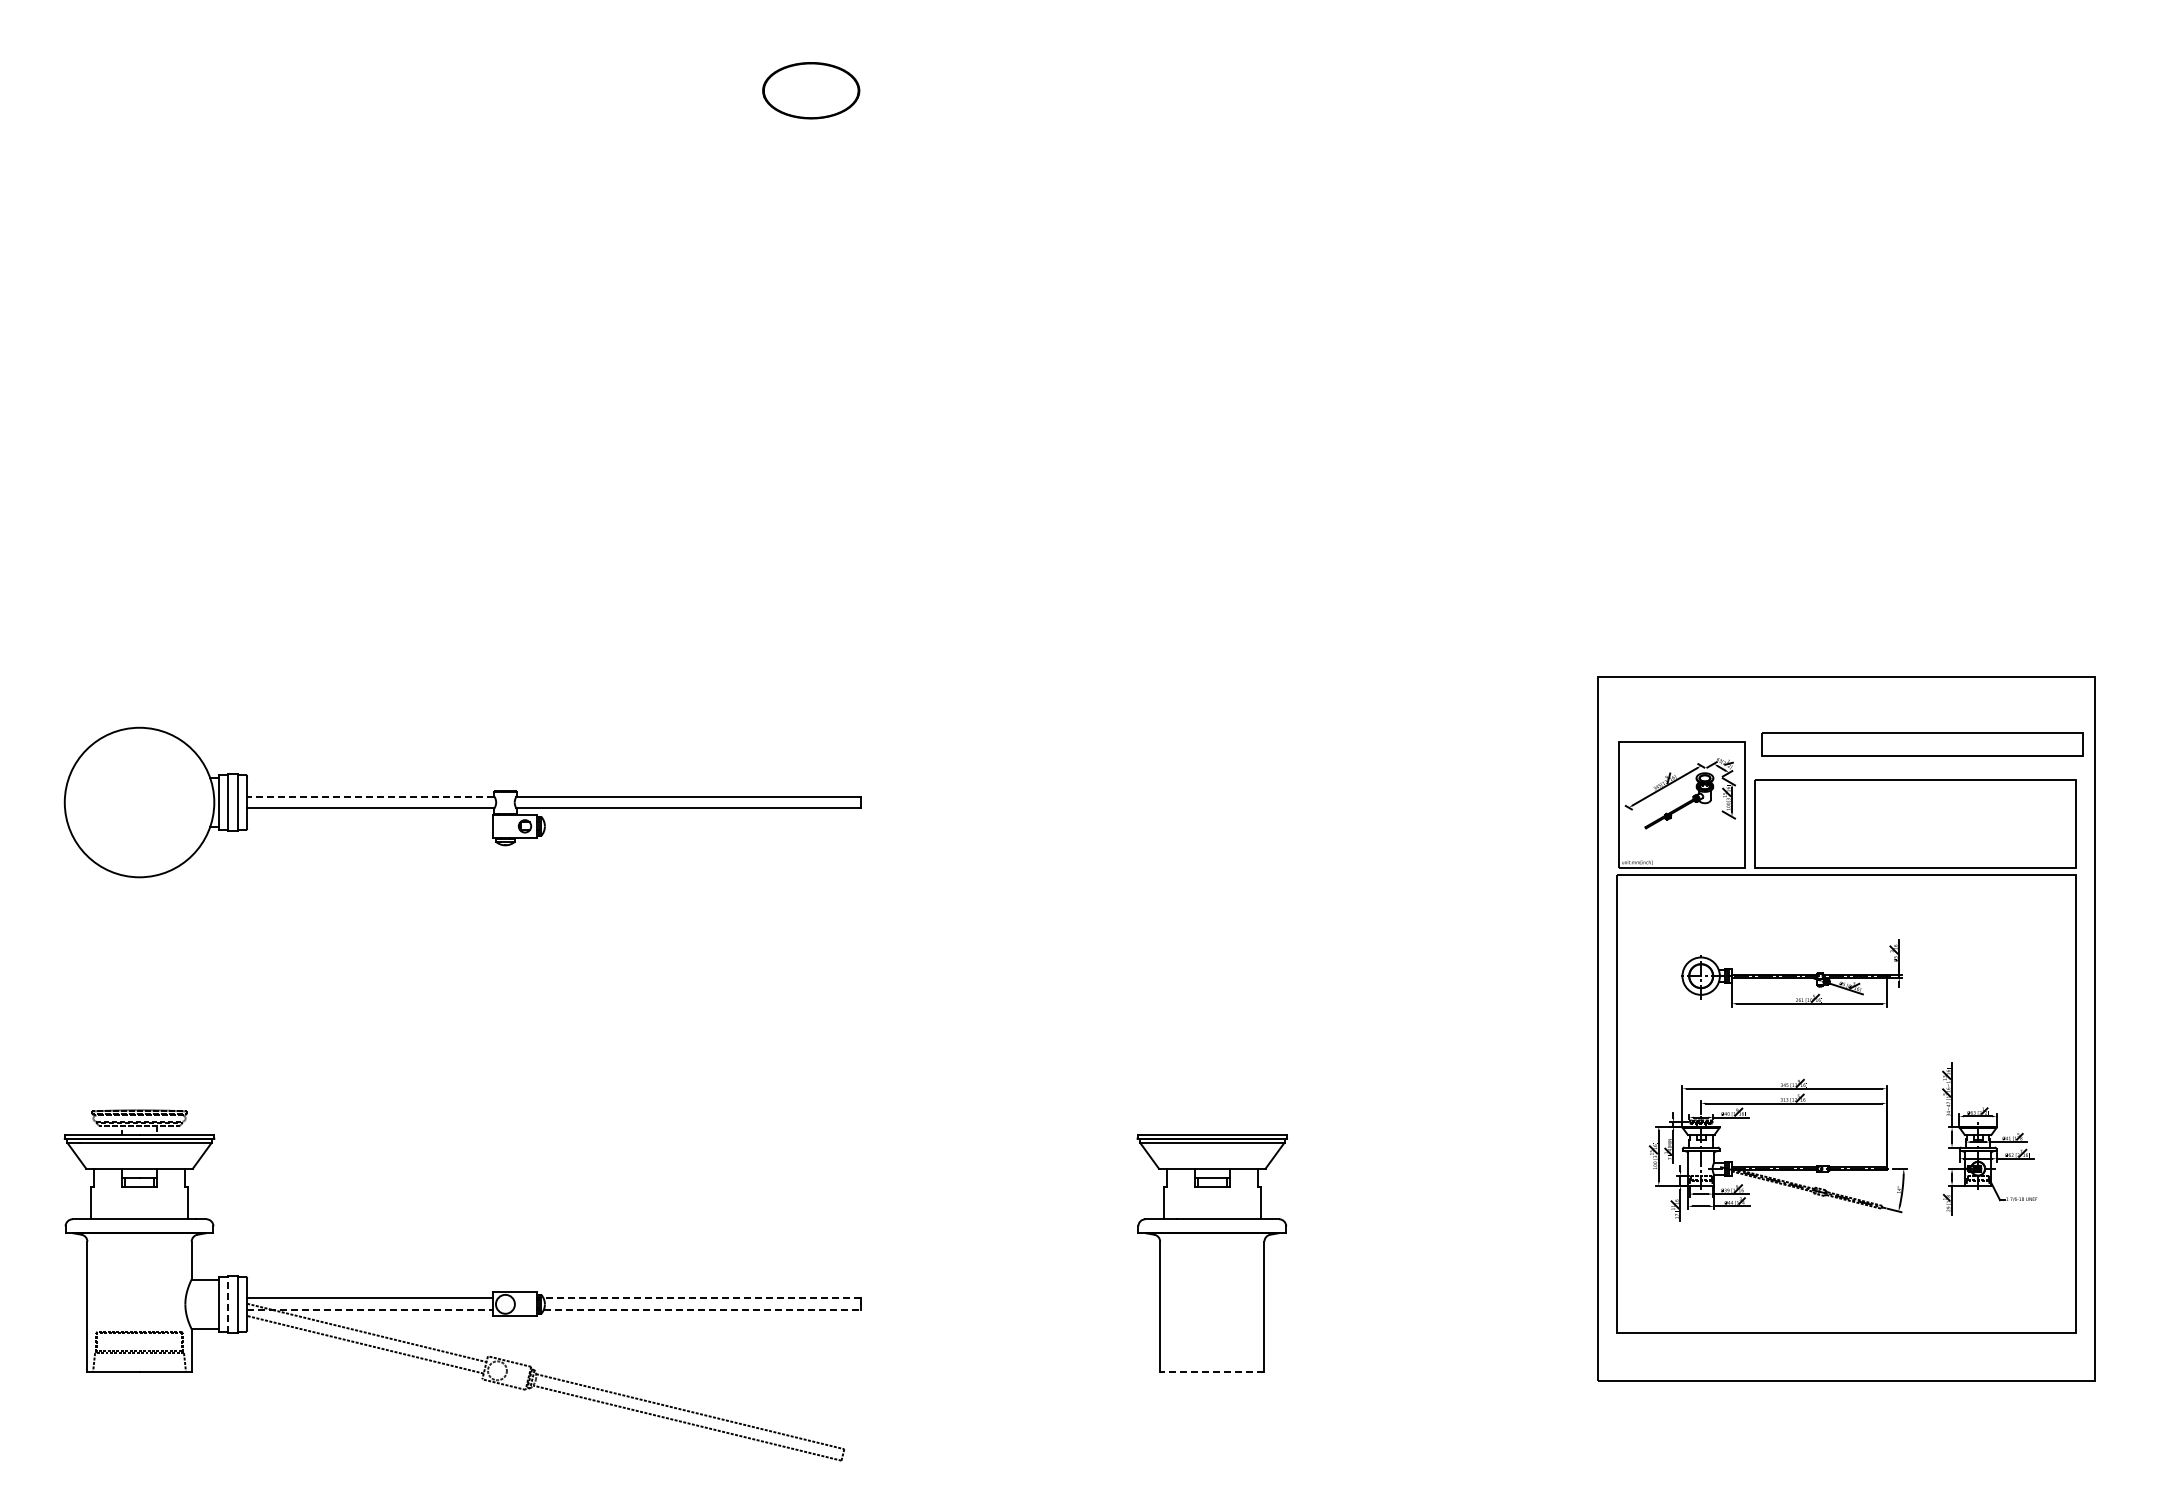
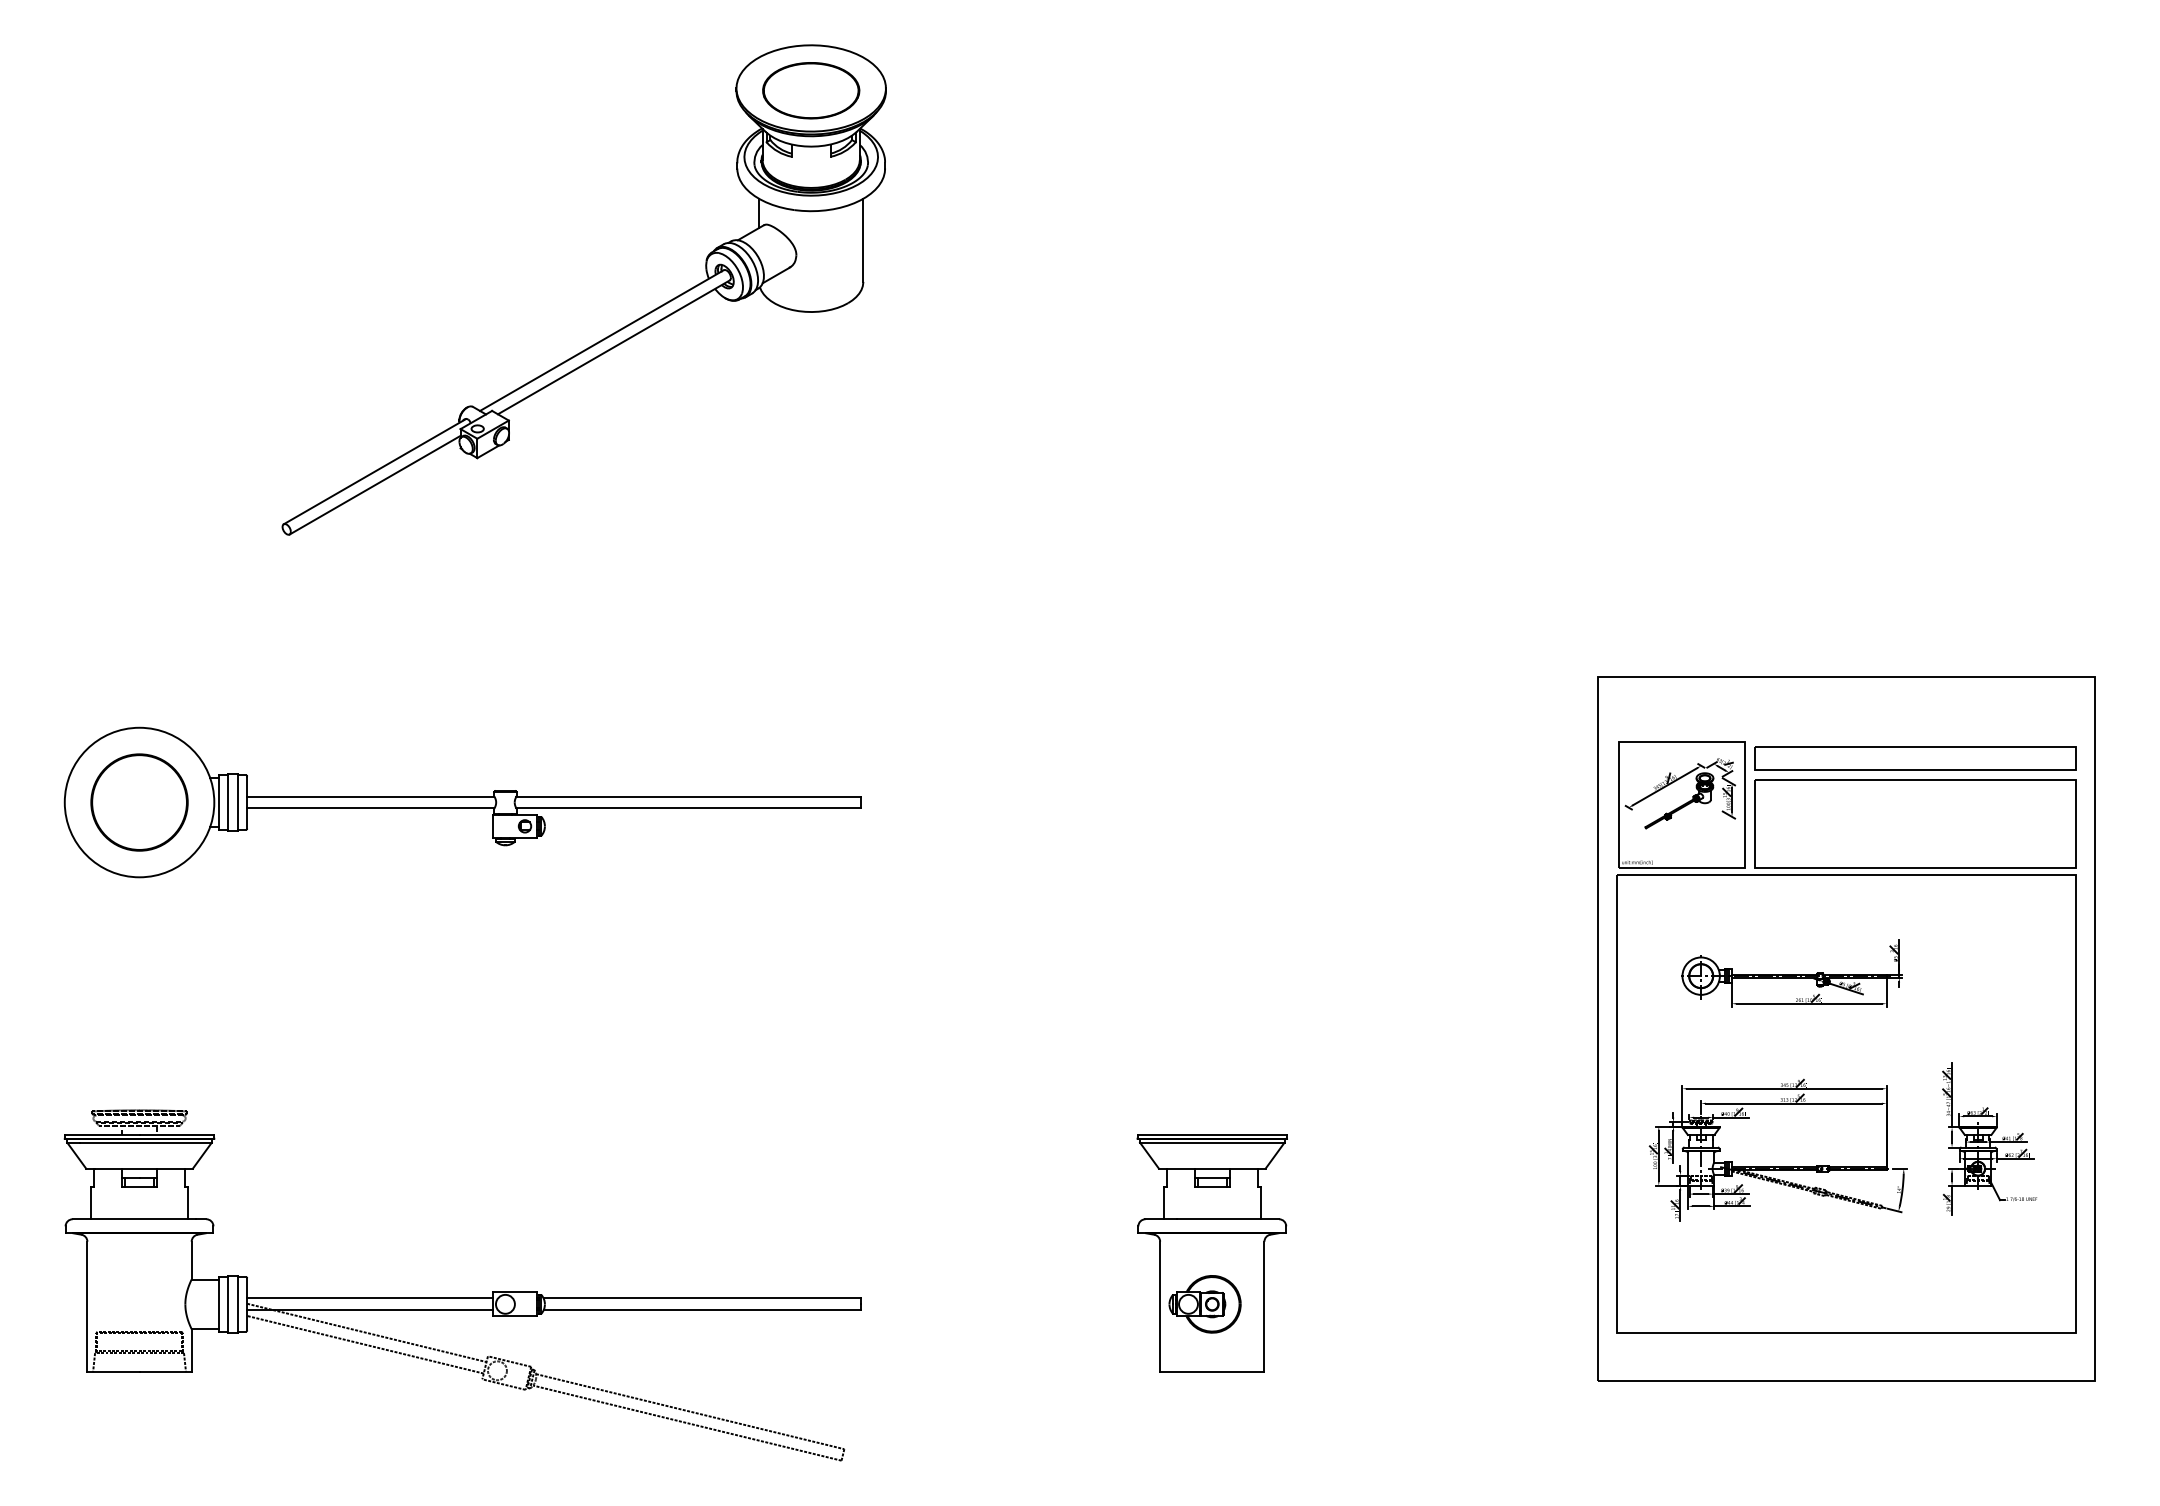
part at (606, 336): none -> present
part at (1922, 744) position: (1922, 744) -> (1915, 758)
line at (370, 796): dashed -> solid
circle at (139, 802): none -> present
line at (702, 1298): dashed -> solid
line at (228, 1303): dashed -> solid
part at (1204, 1304): none -> present
line at (369, 1310): dashed -> solid
line at (702, 1310): dashed -> solid
line at (1211, 1372): dashed -> solid
